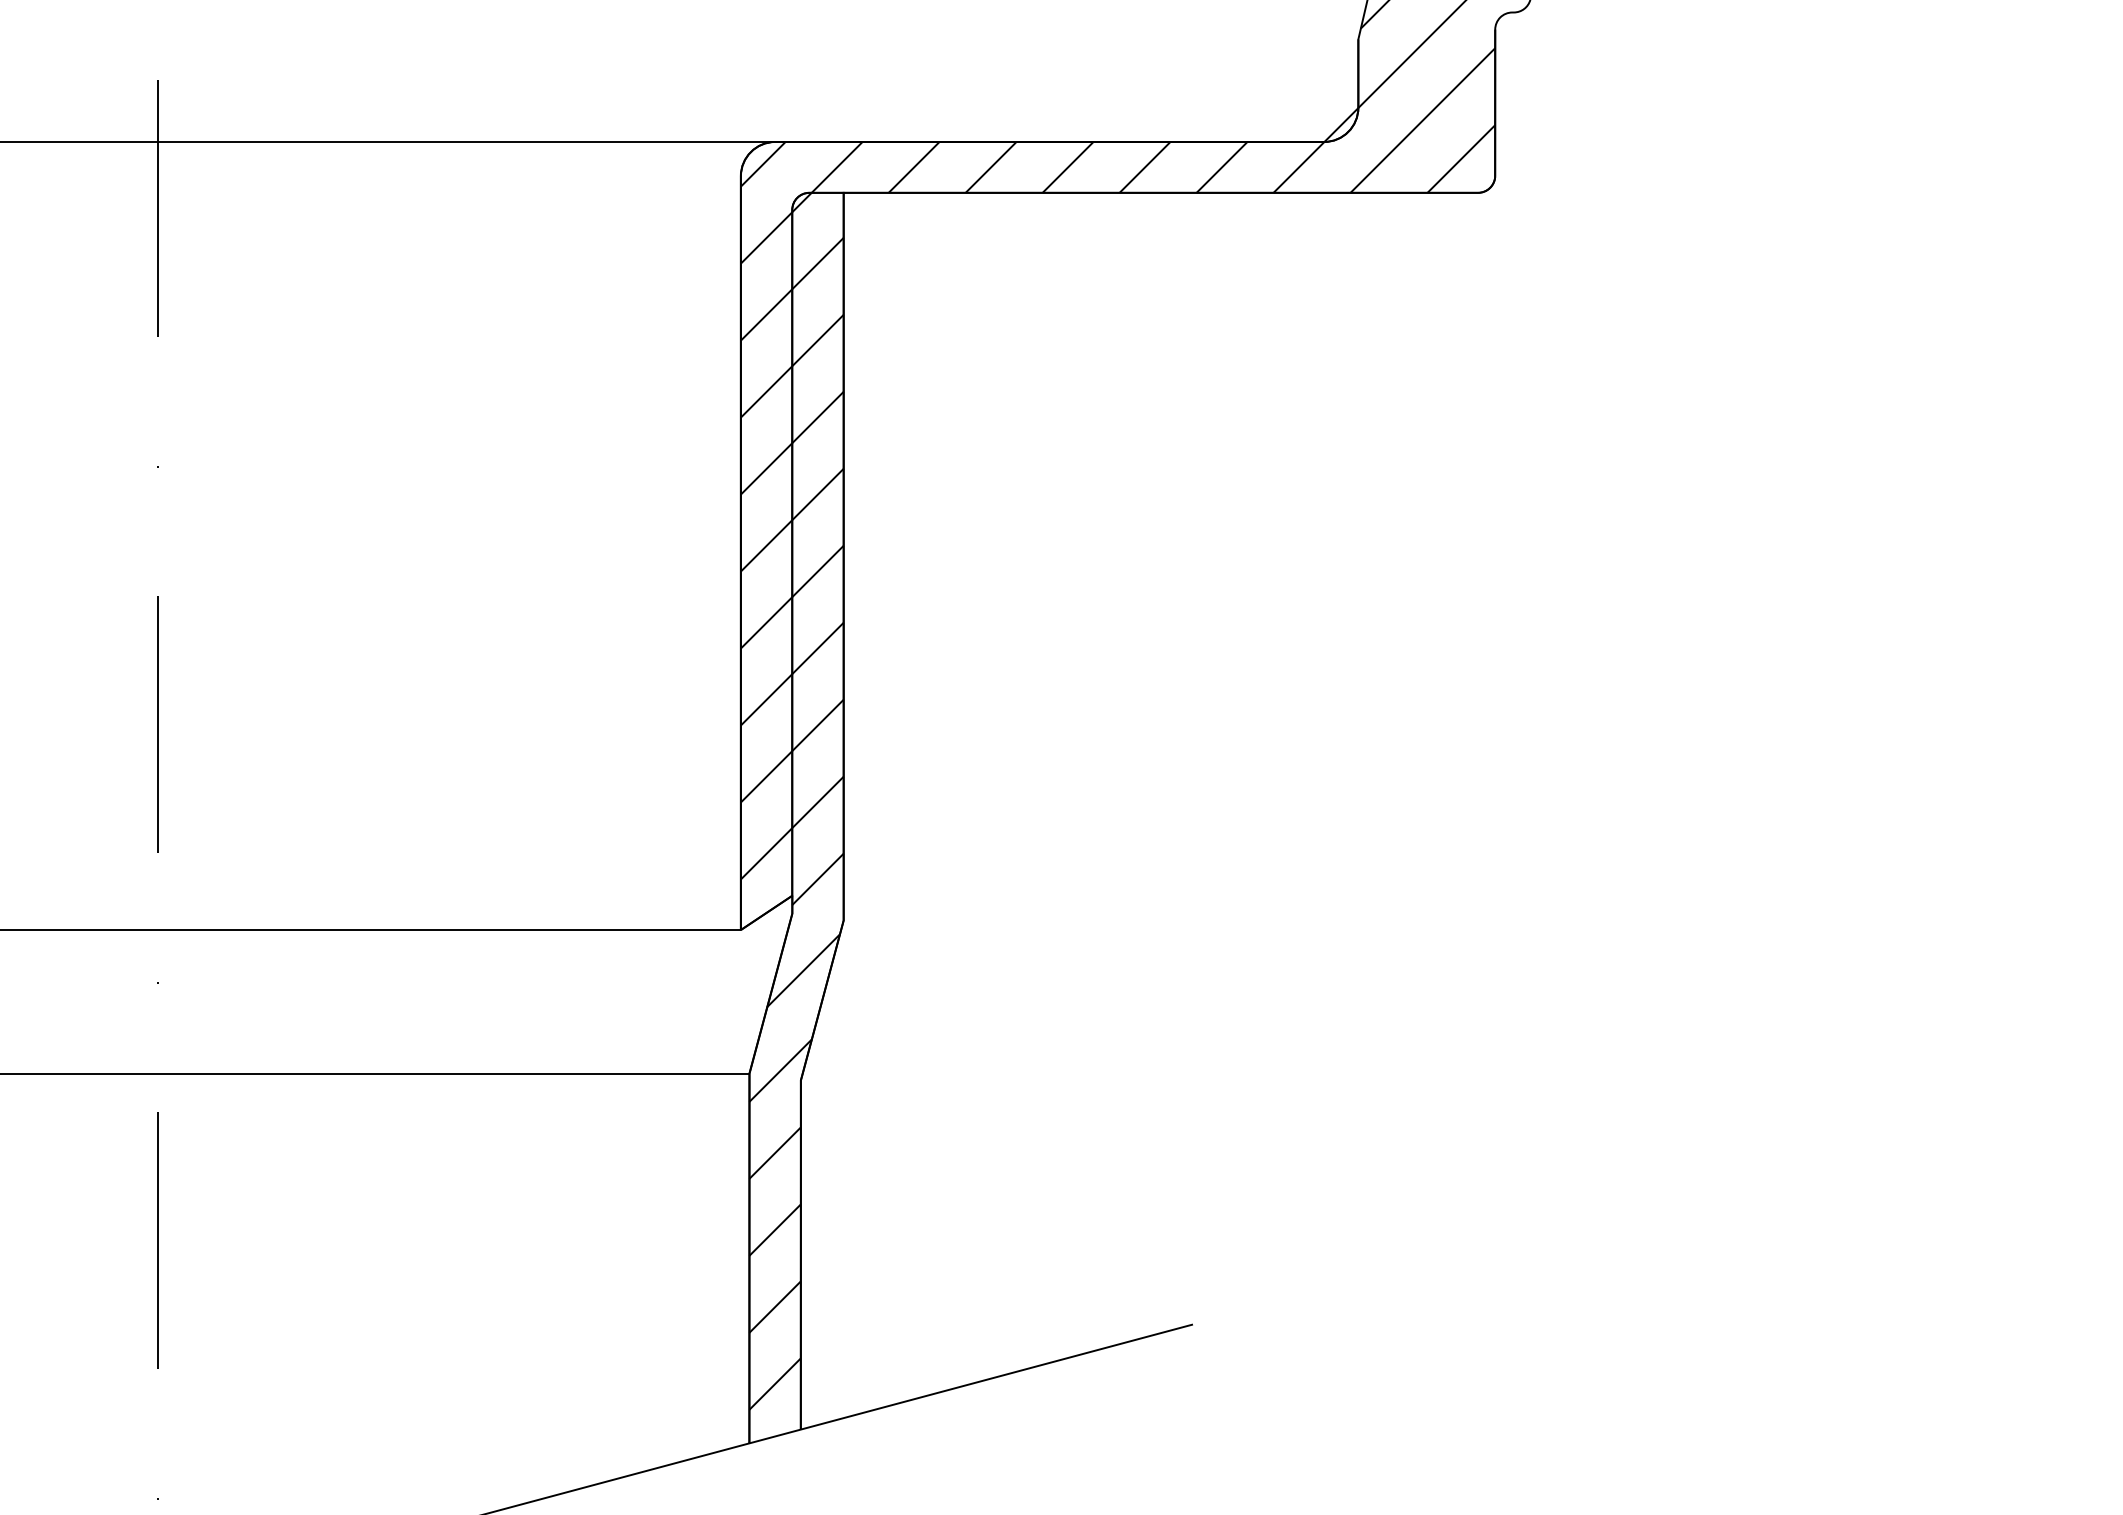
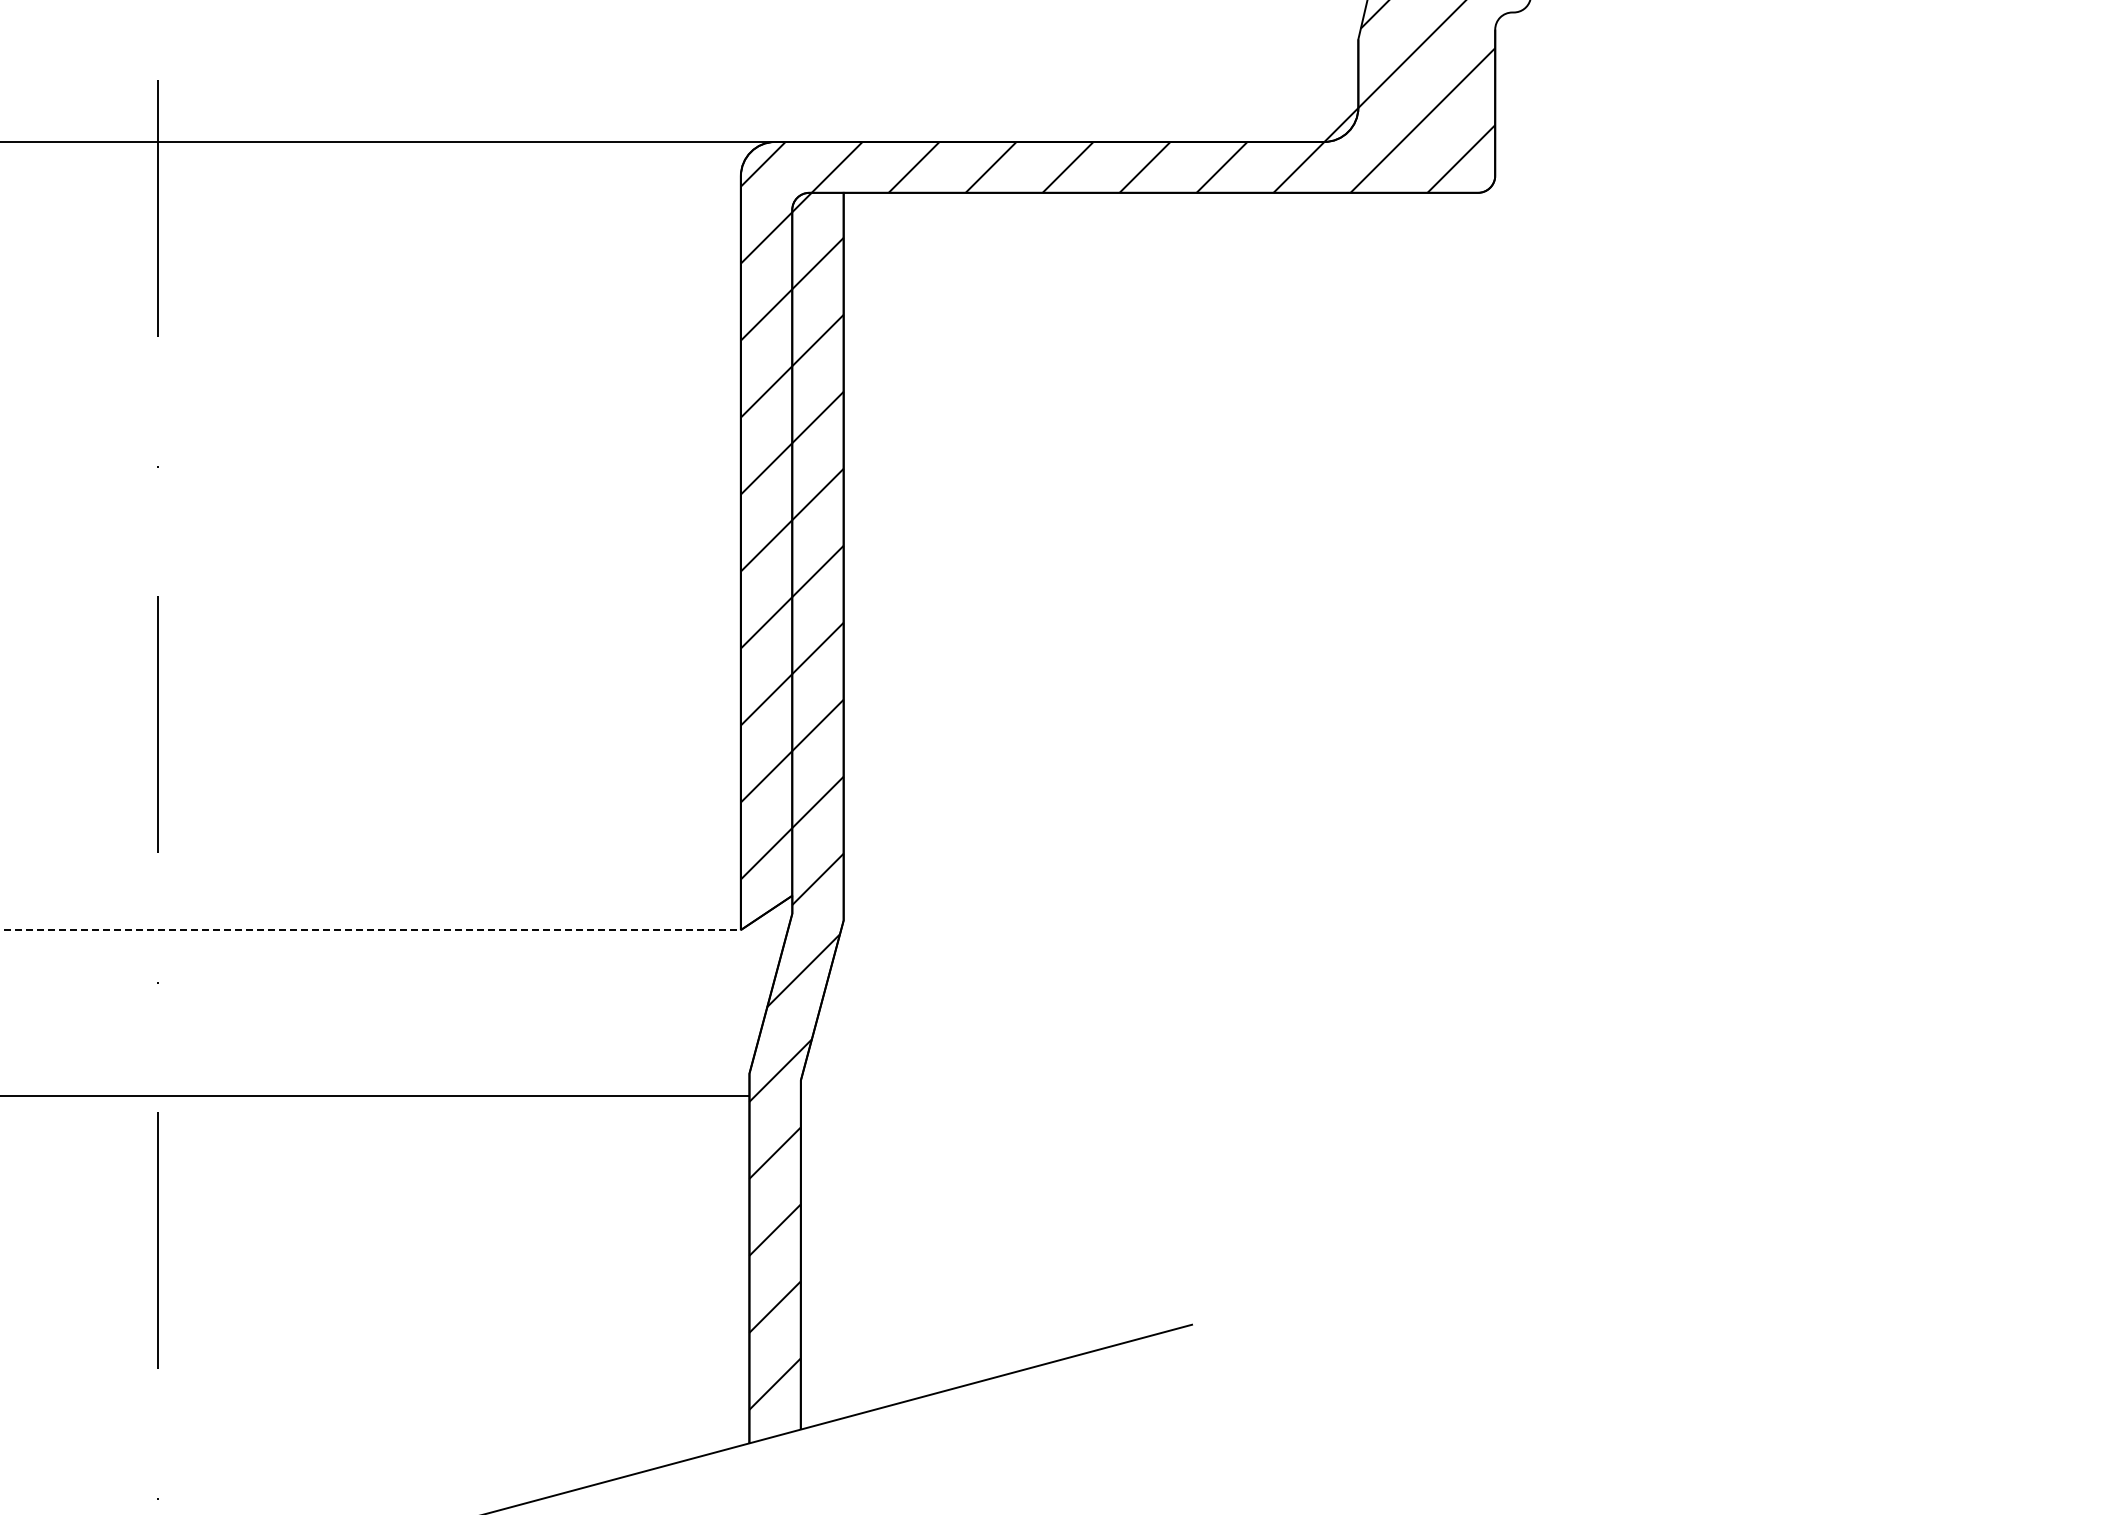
line at (371, 930): solid -> dashed
line at (375, 1073) position: (375, 1073) -> (375, 1095)
